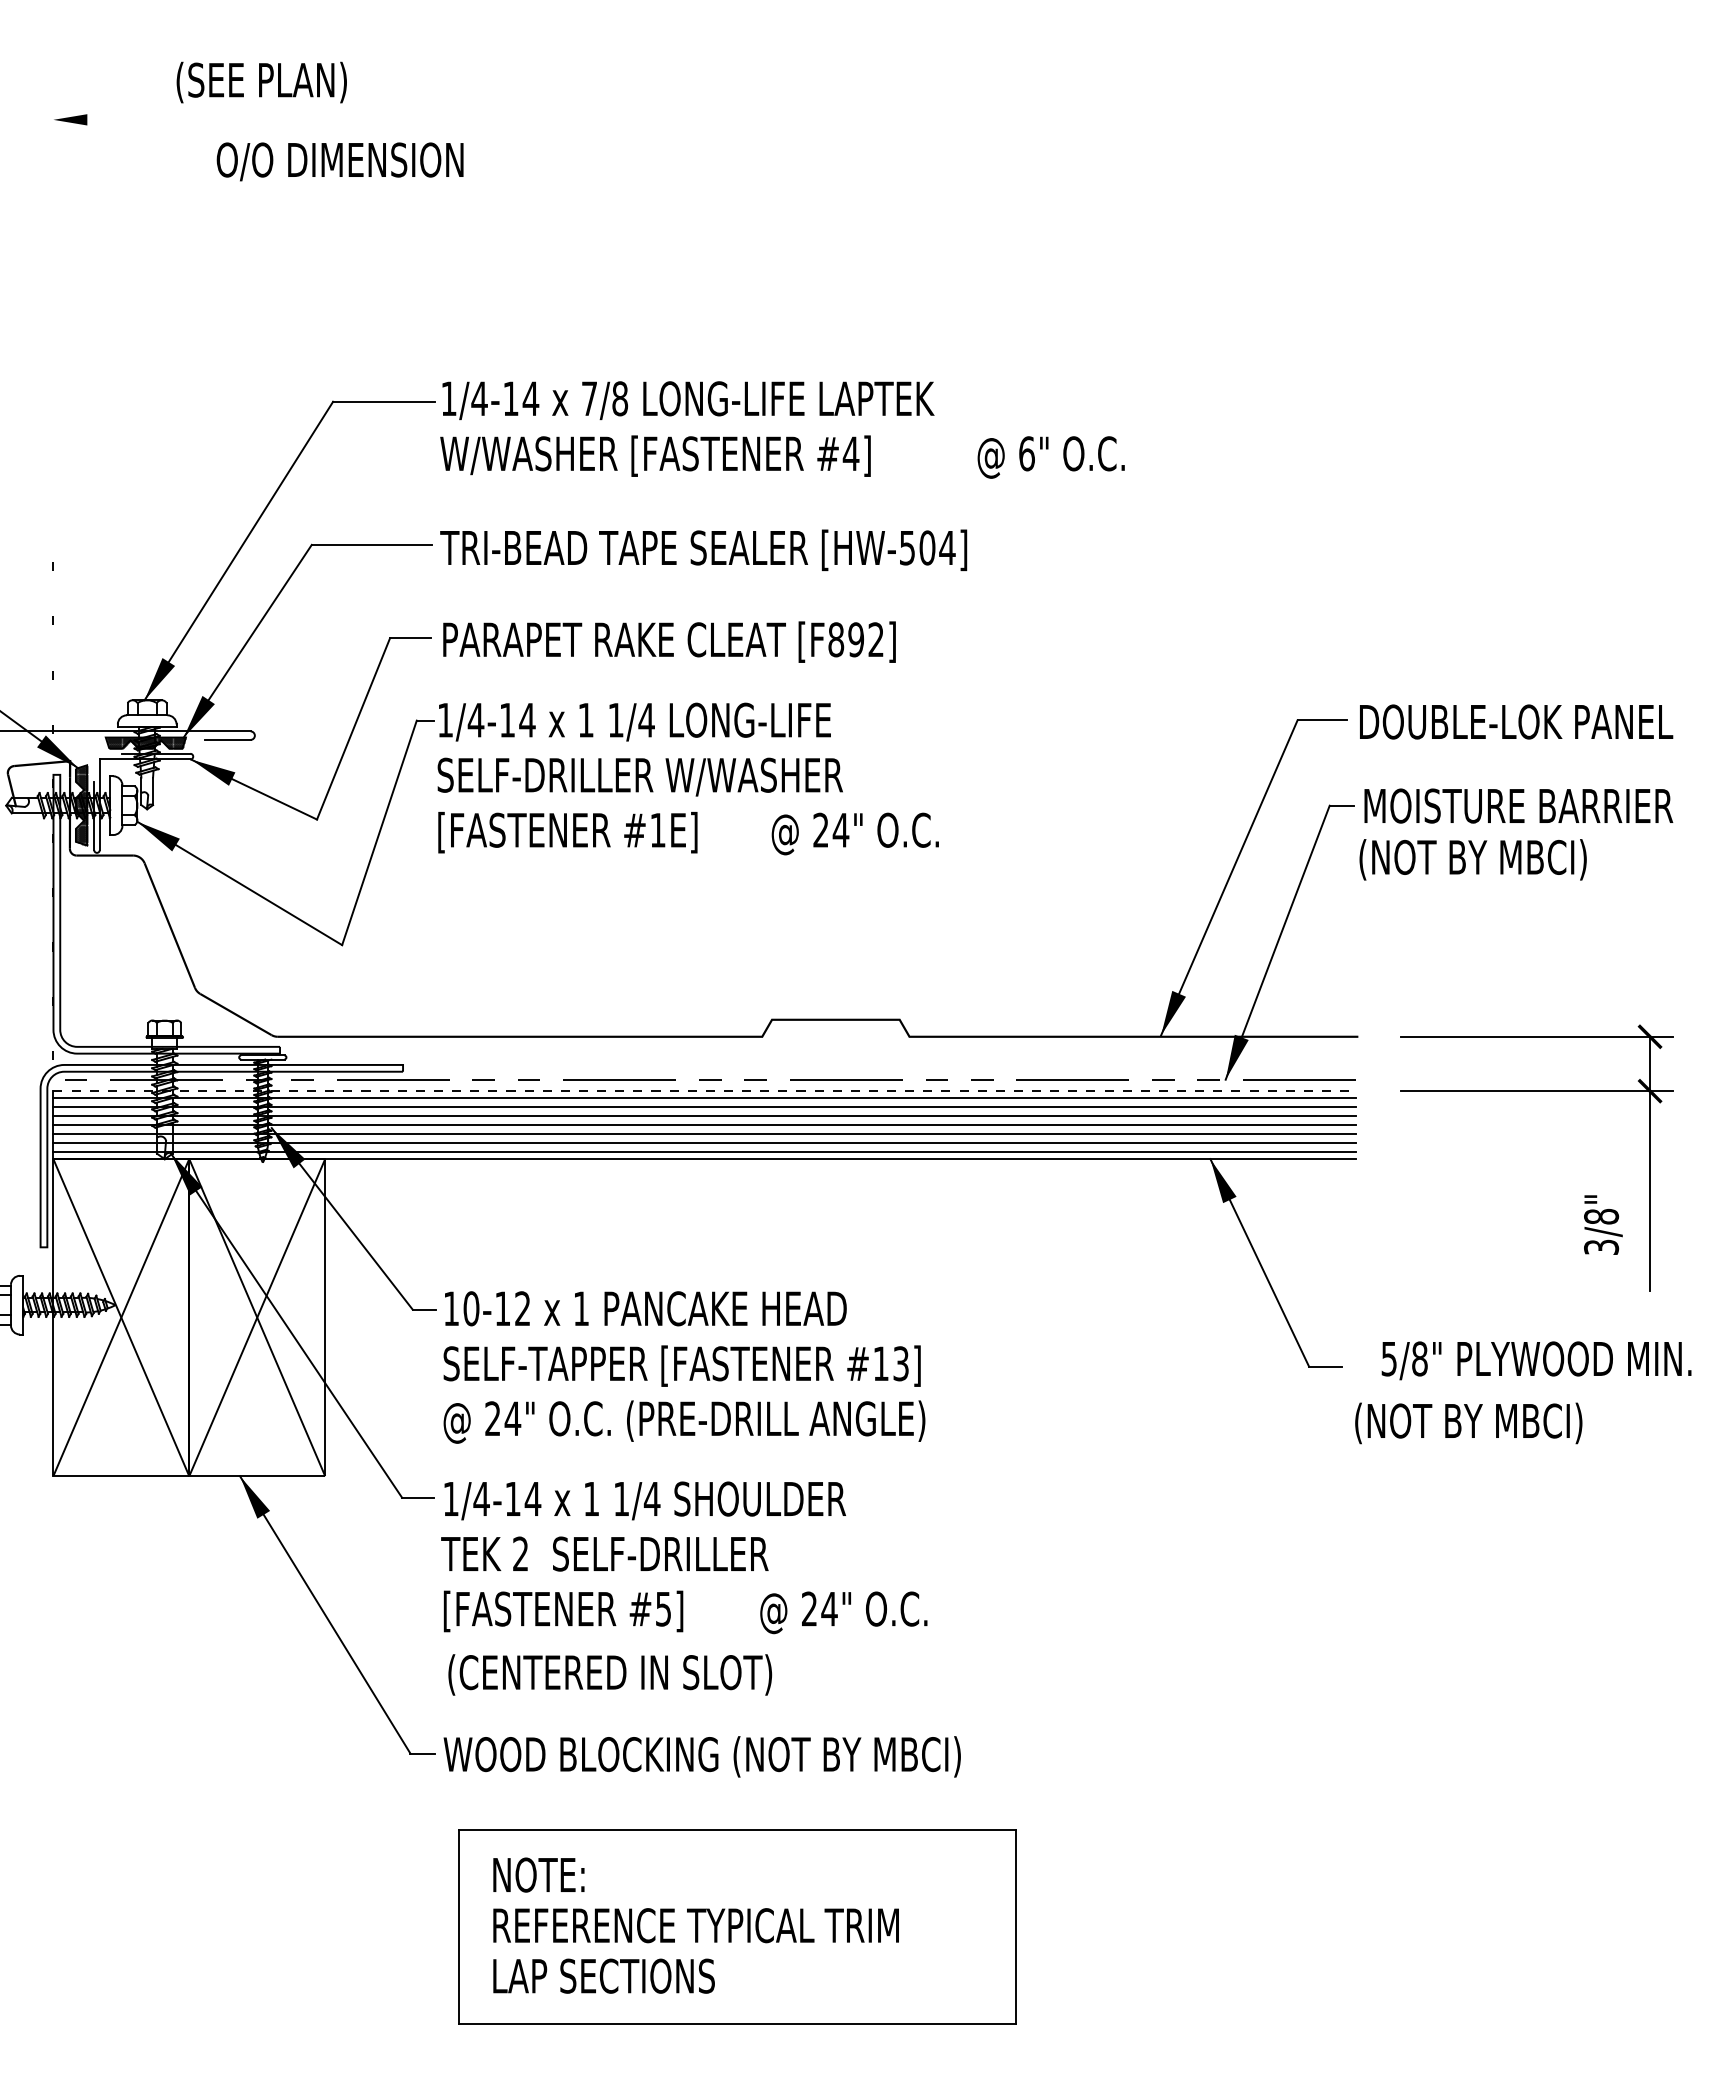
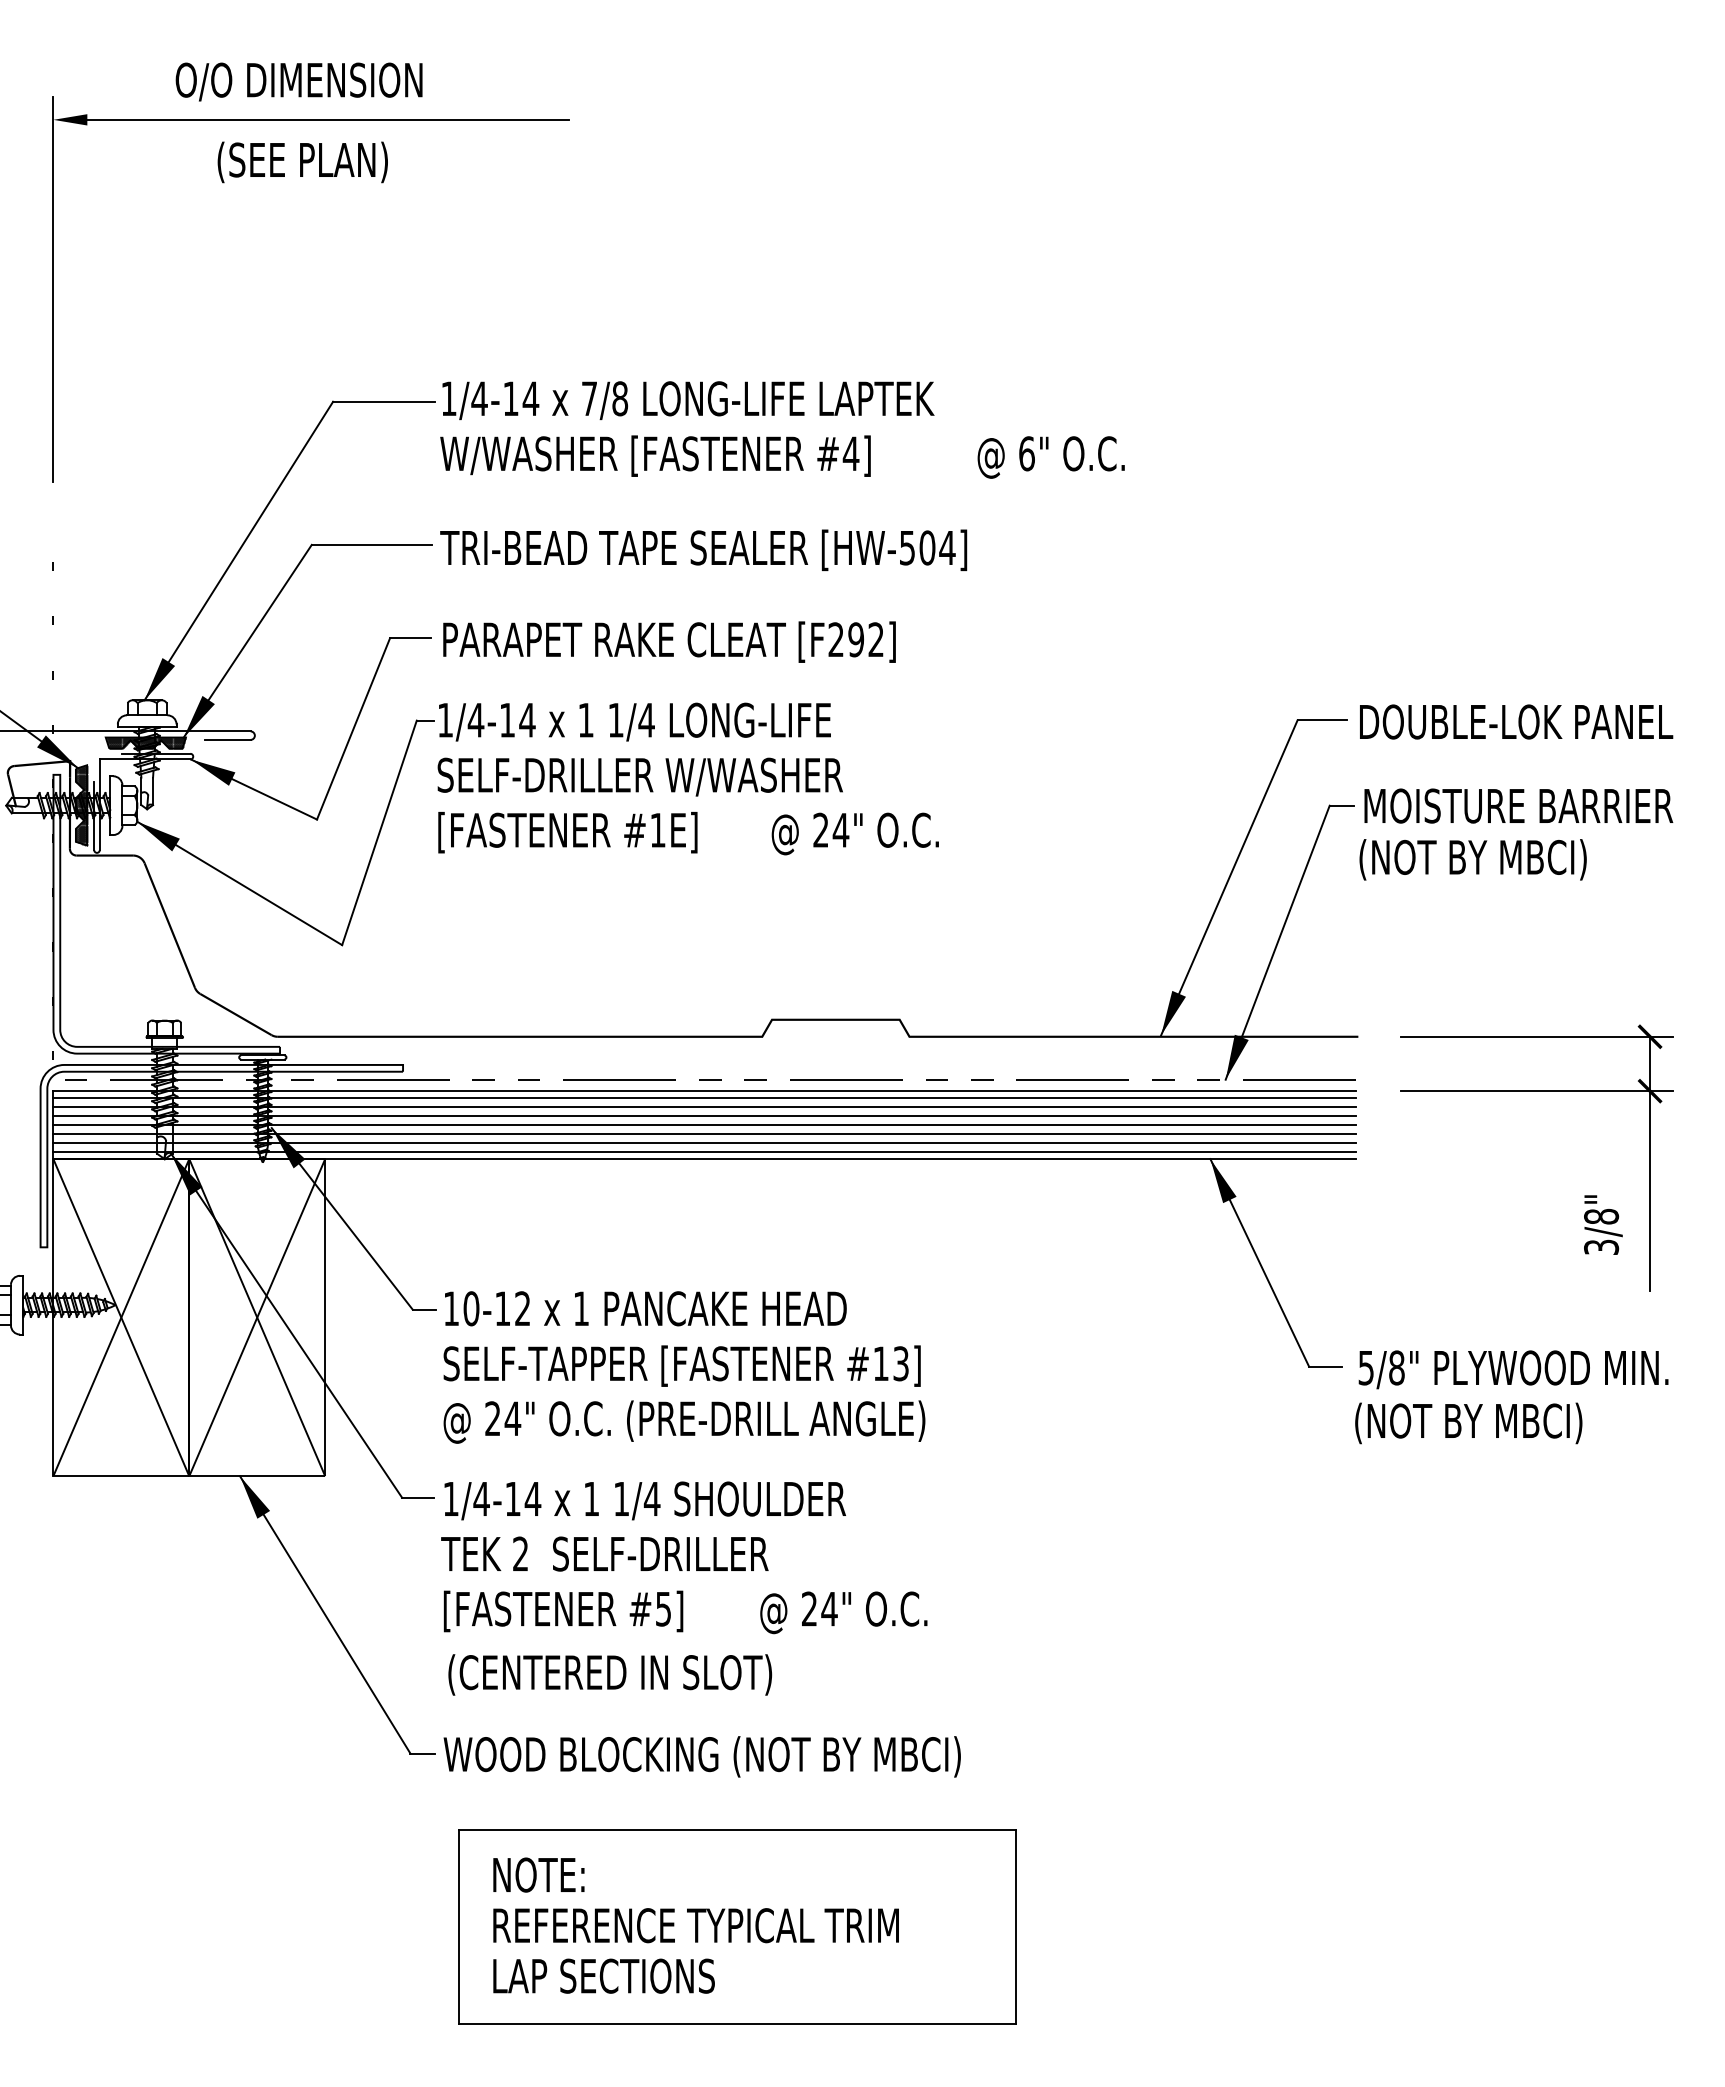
text at (298, 82): (SEE PLAN) -> O/O DIMENSION
line at (328, 119): none -> present
text at (339, 162): O/O DIMENSION -> (SEE PLAN)
line at (53, 289): none -> present
text at (836, 639): [F892] -> [F292]
line at (705, 1091): dashed -> solid
text at (1536, 1360) position: (1536, 1360) -> (1513, 1369)
